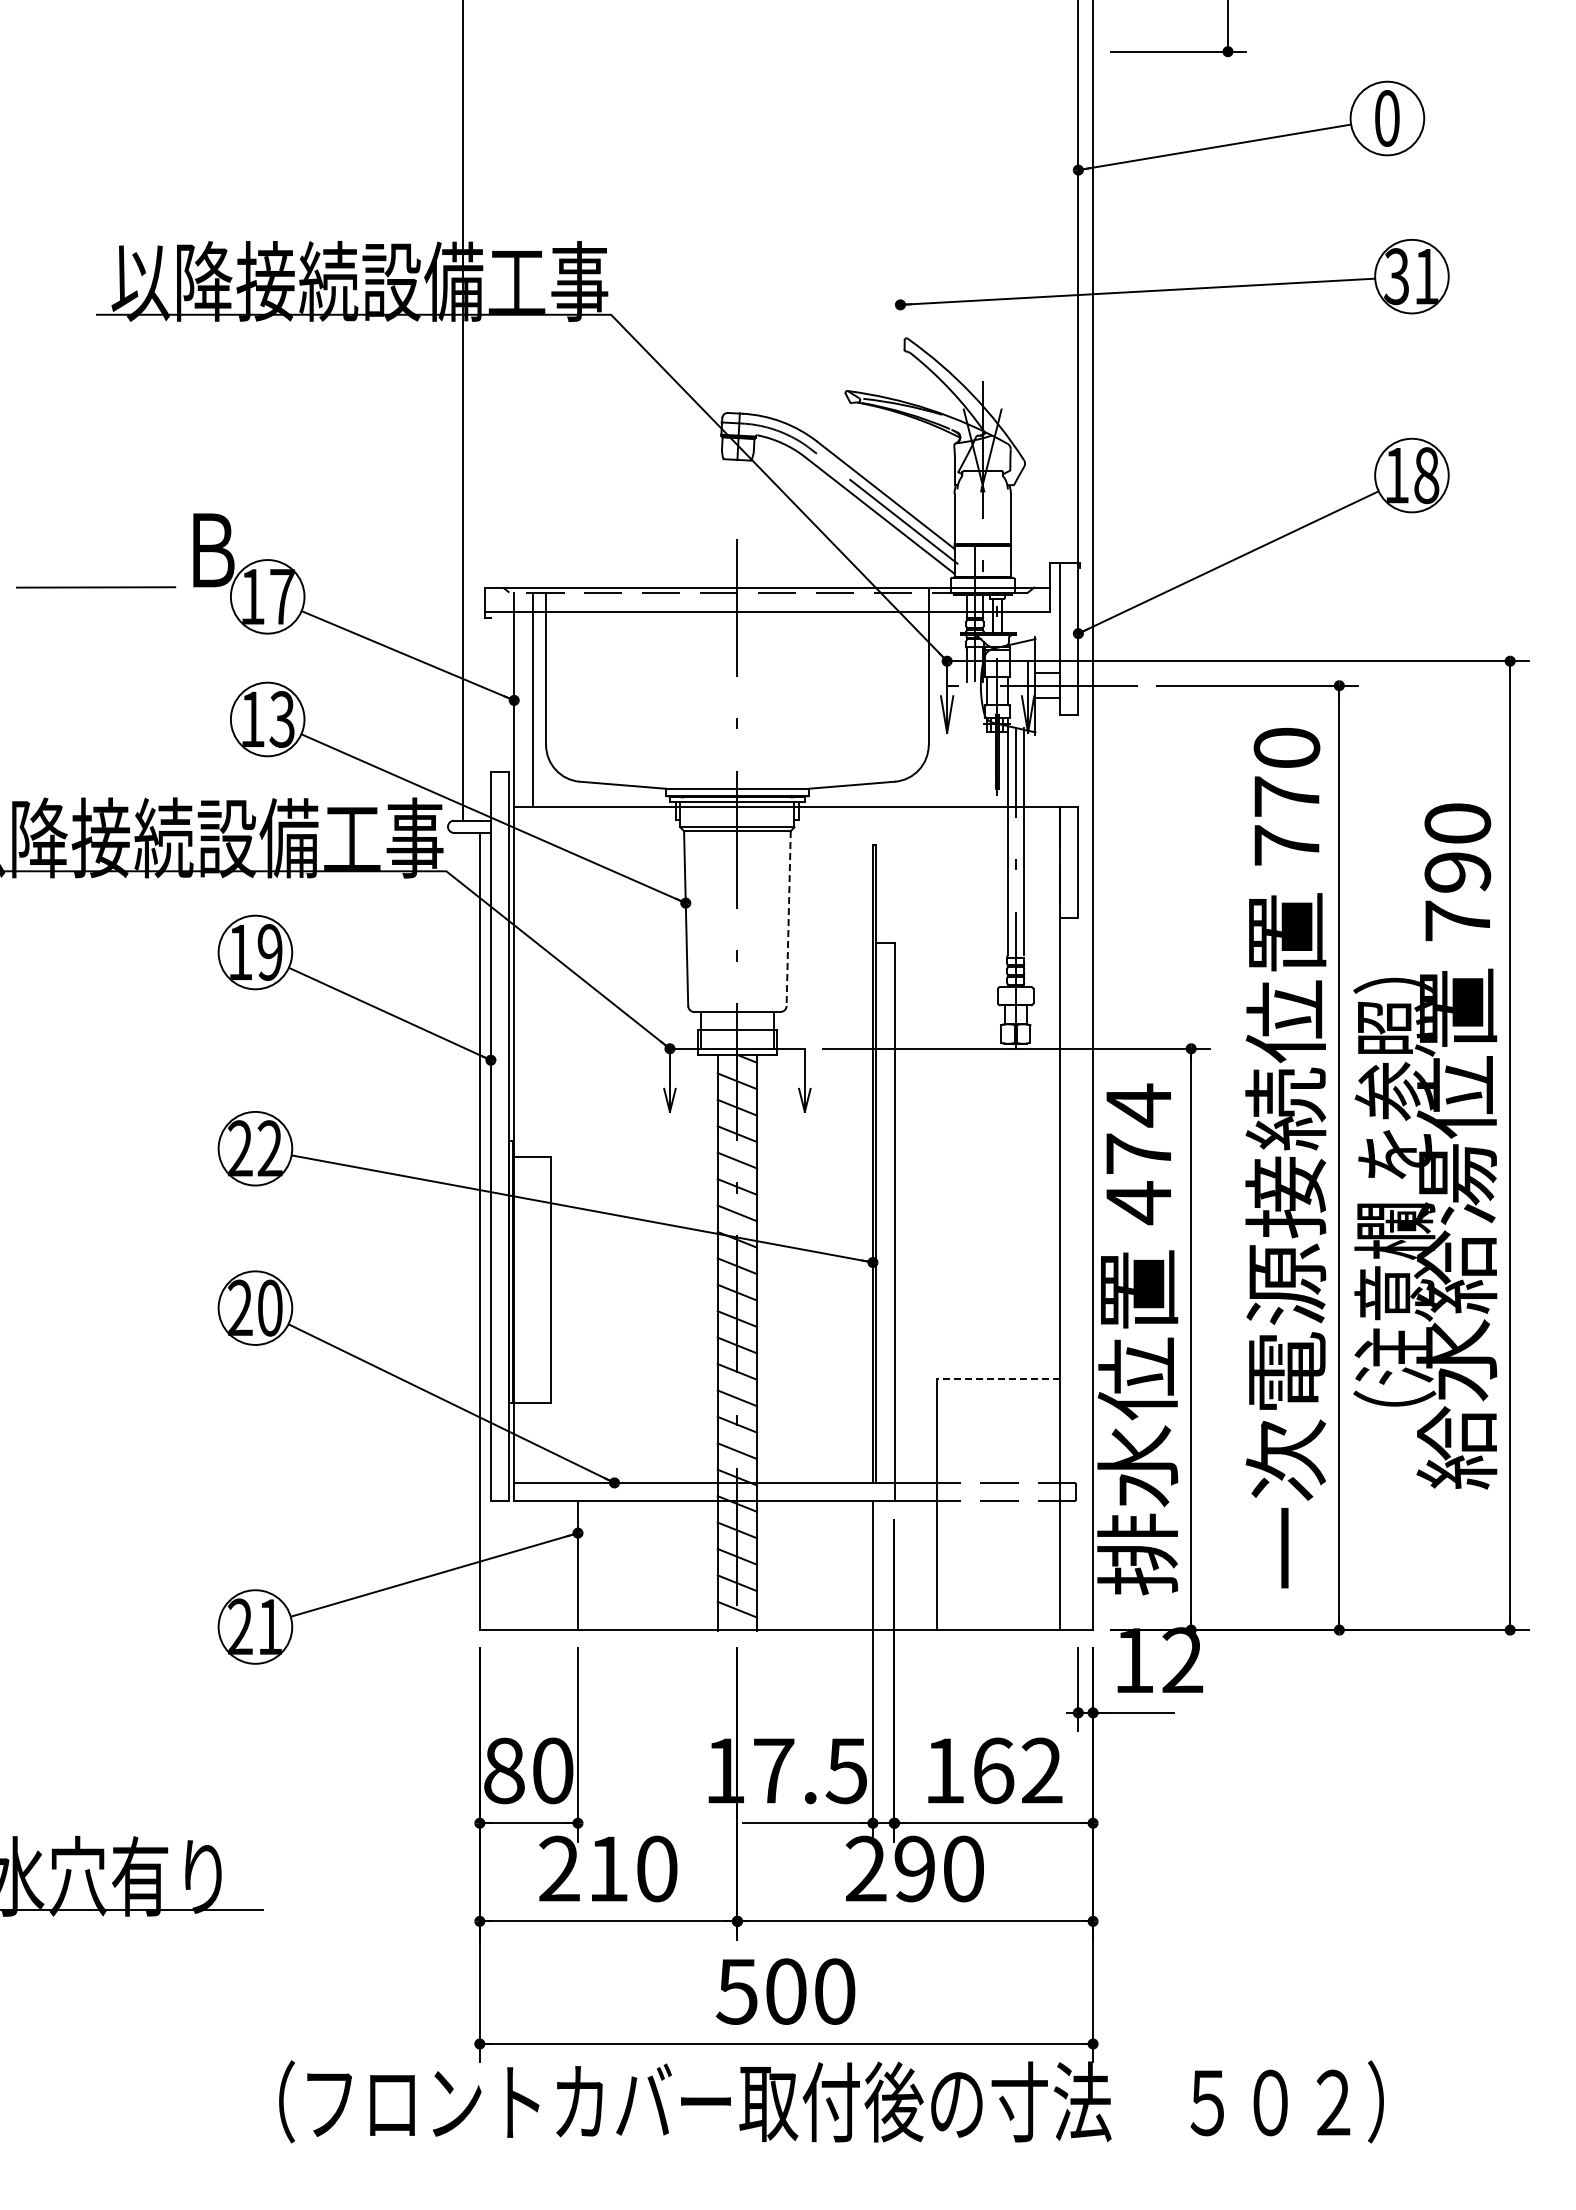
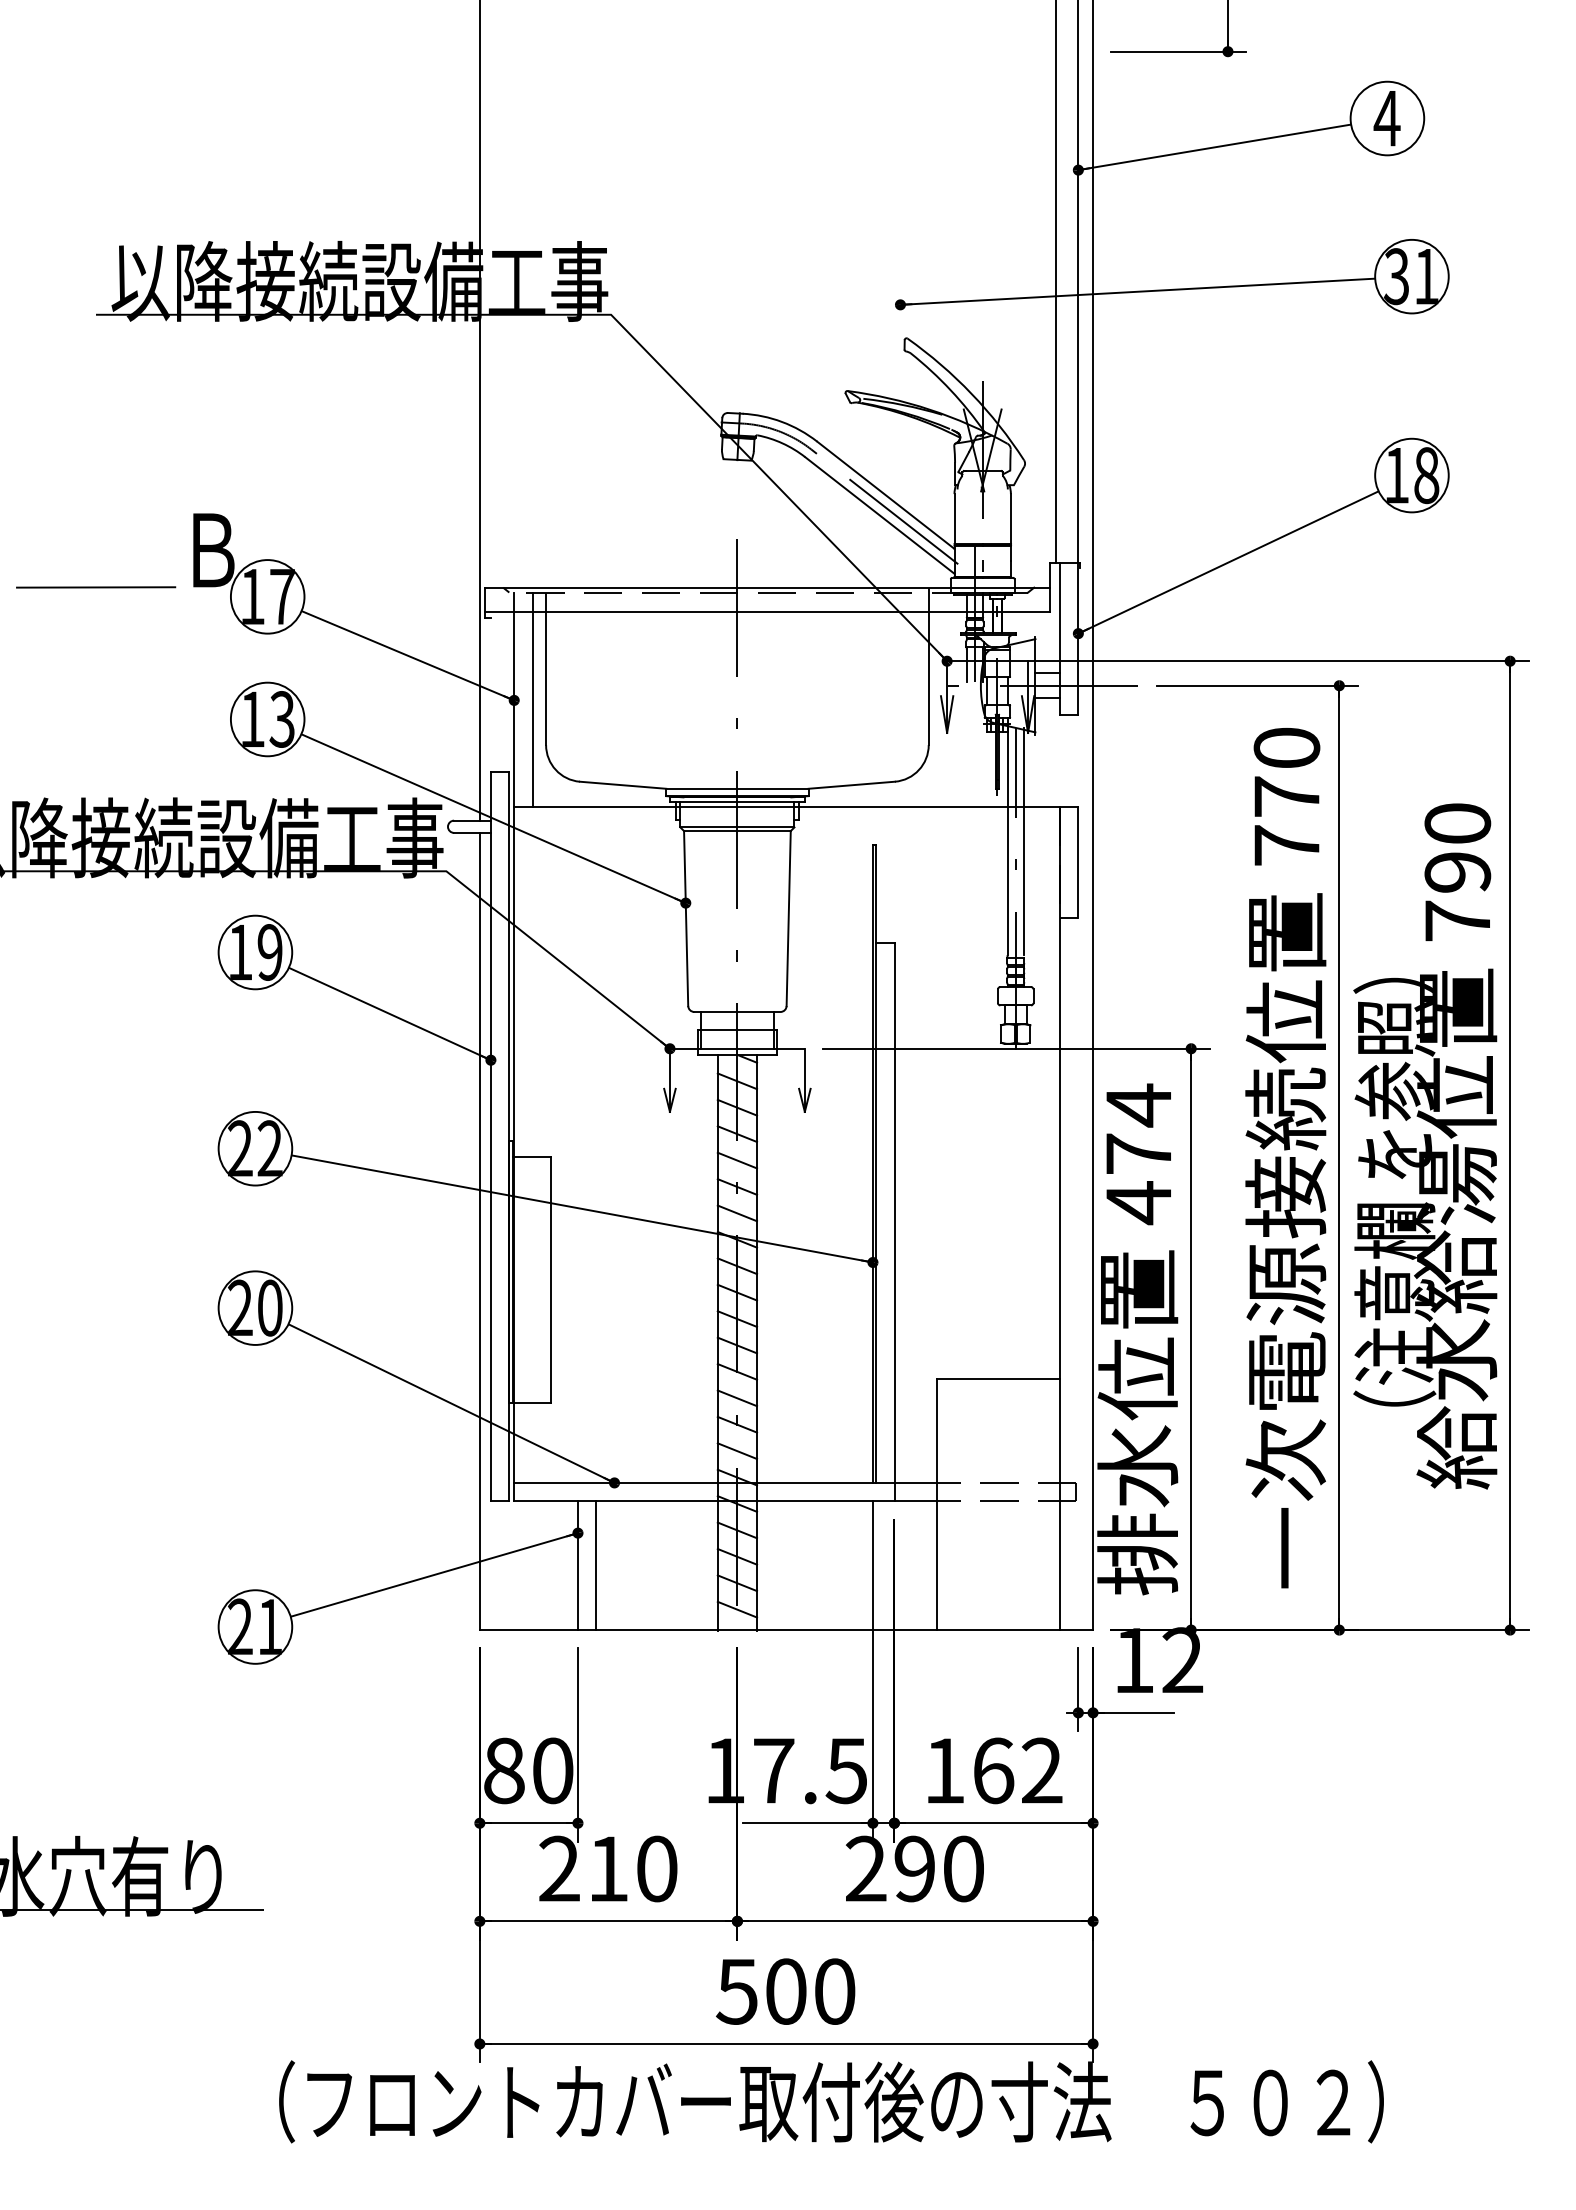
text at (1386, 118): 0 -> 4
line at (1056, 282): none -> present
line at (462, 411) position: (462, 411) -> (479, 411)
line at (788, 919): dashed -> solid
line at (998, 1378): dashed -> solid
line at (596, 1565): none -> present
